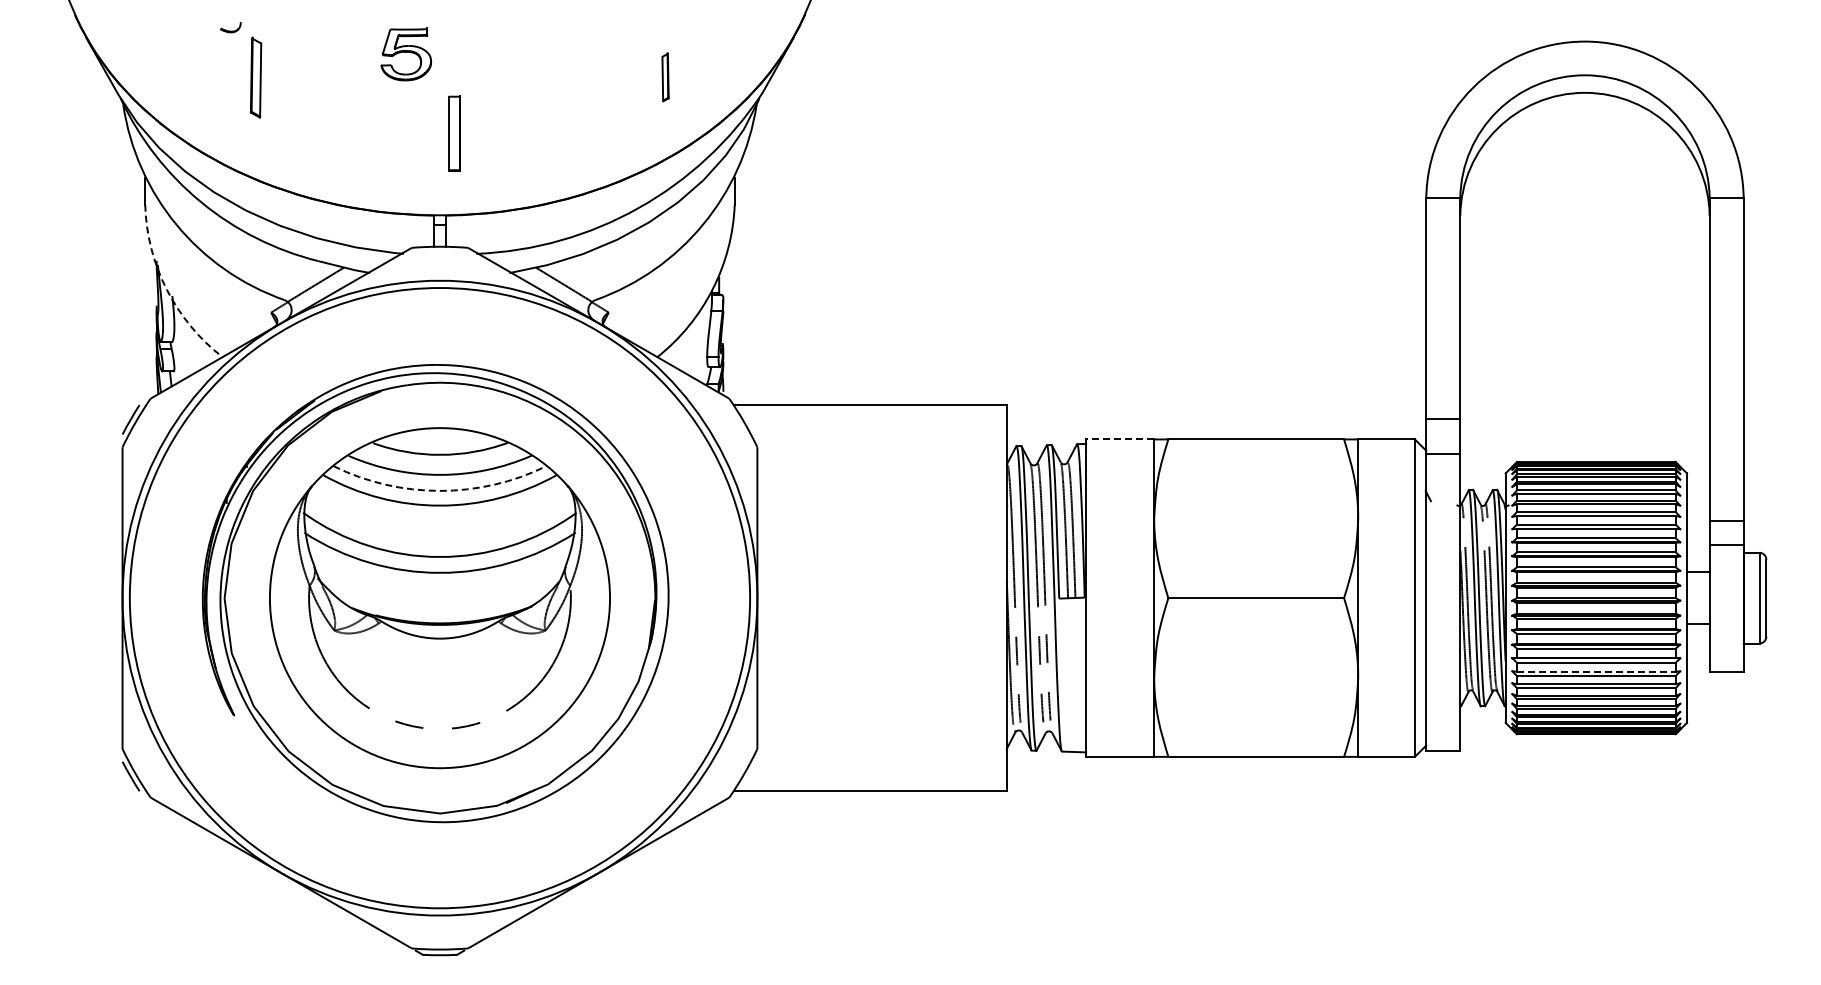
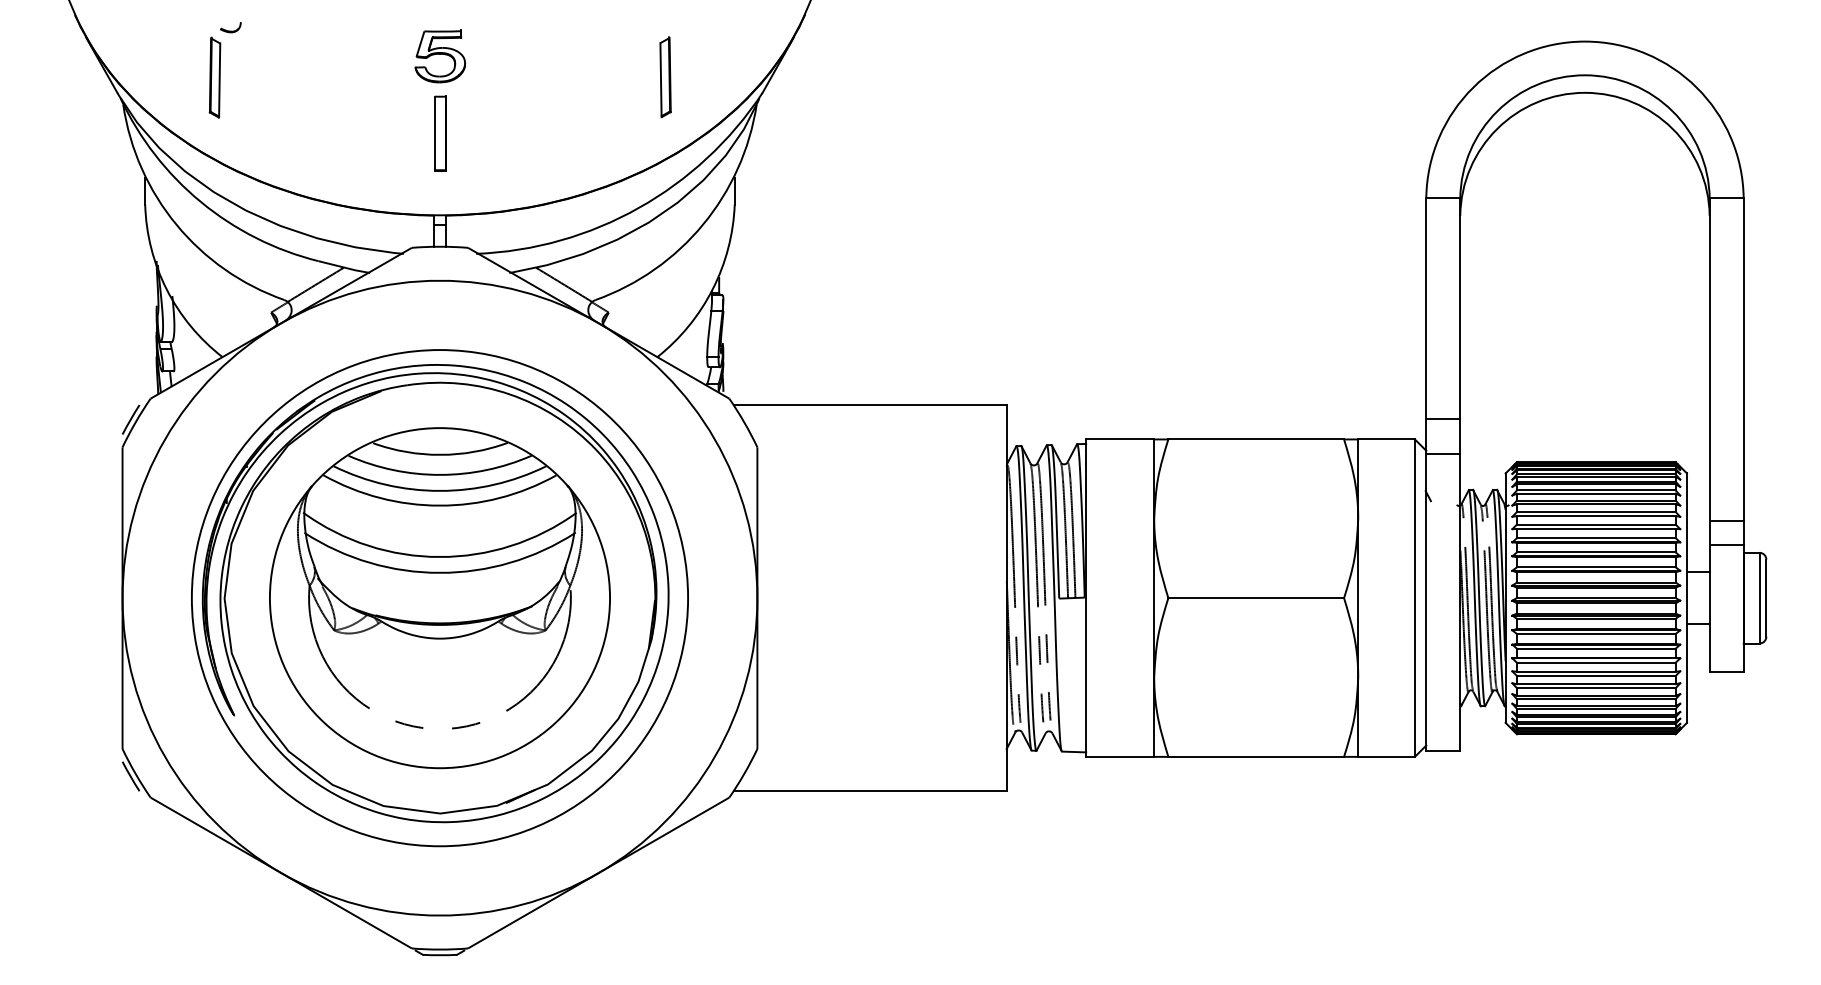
part at (406, 54) position: (406, 54) -> (440, 56)
part at (255, 77) position: (255, 77) -> (214, 77)
part at (665, 77) size: 9x51 px -> 13x83 px
part at (454, 133) position: (454, 133) -> (440, 133)
arc at (166, 289): dashed -> solid
line at (1119, 439): dashed -> solid
arc at (440, 490): dashed -> solid
circle at (439, 598) diameter: 620 px -> 496 px
line at (1596, 671): dashed -> solid
